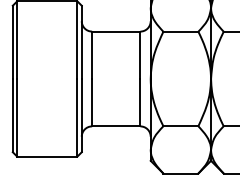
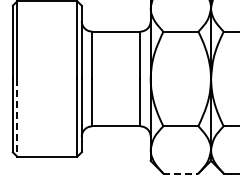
line at (17, 117): solid -> dashed
line at (181, 173): solid -> dashed
